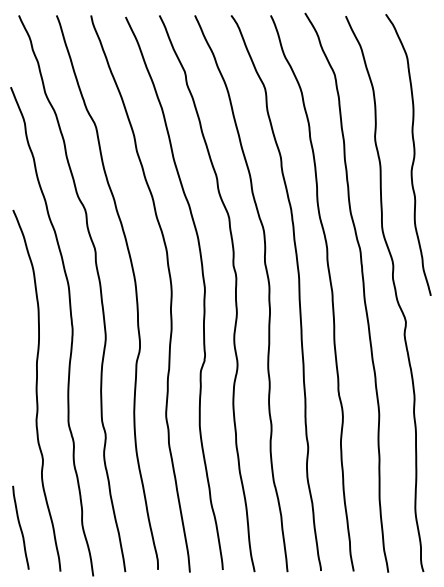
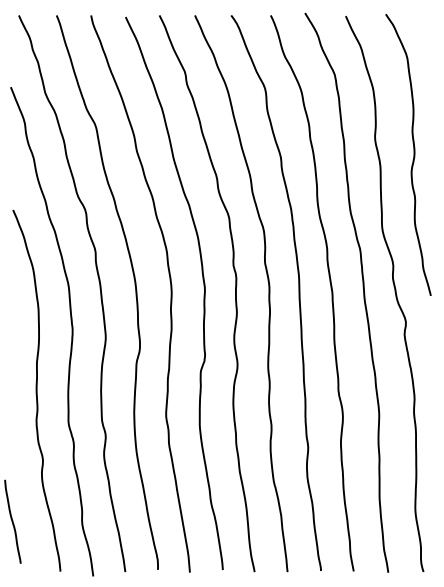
curve at (20, 527) position: (20, 527) -> (12, 521)
